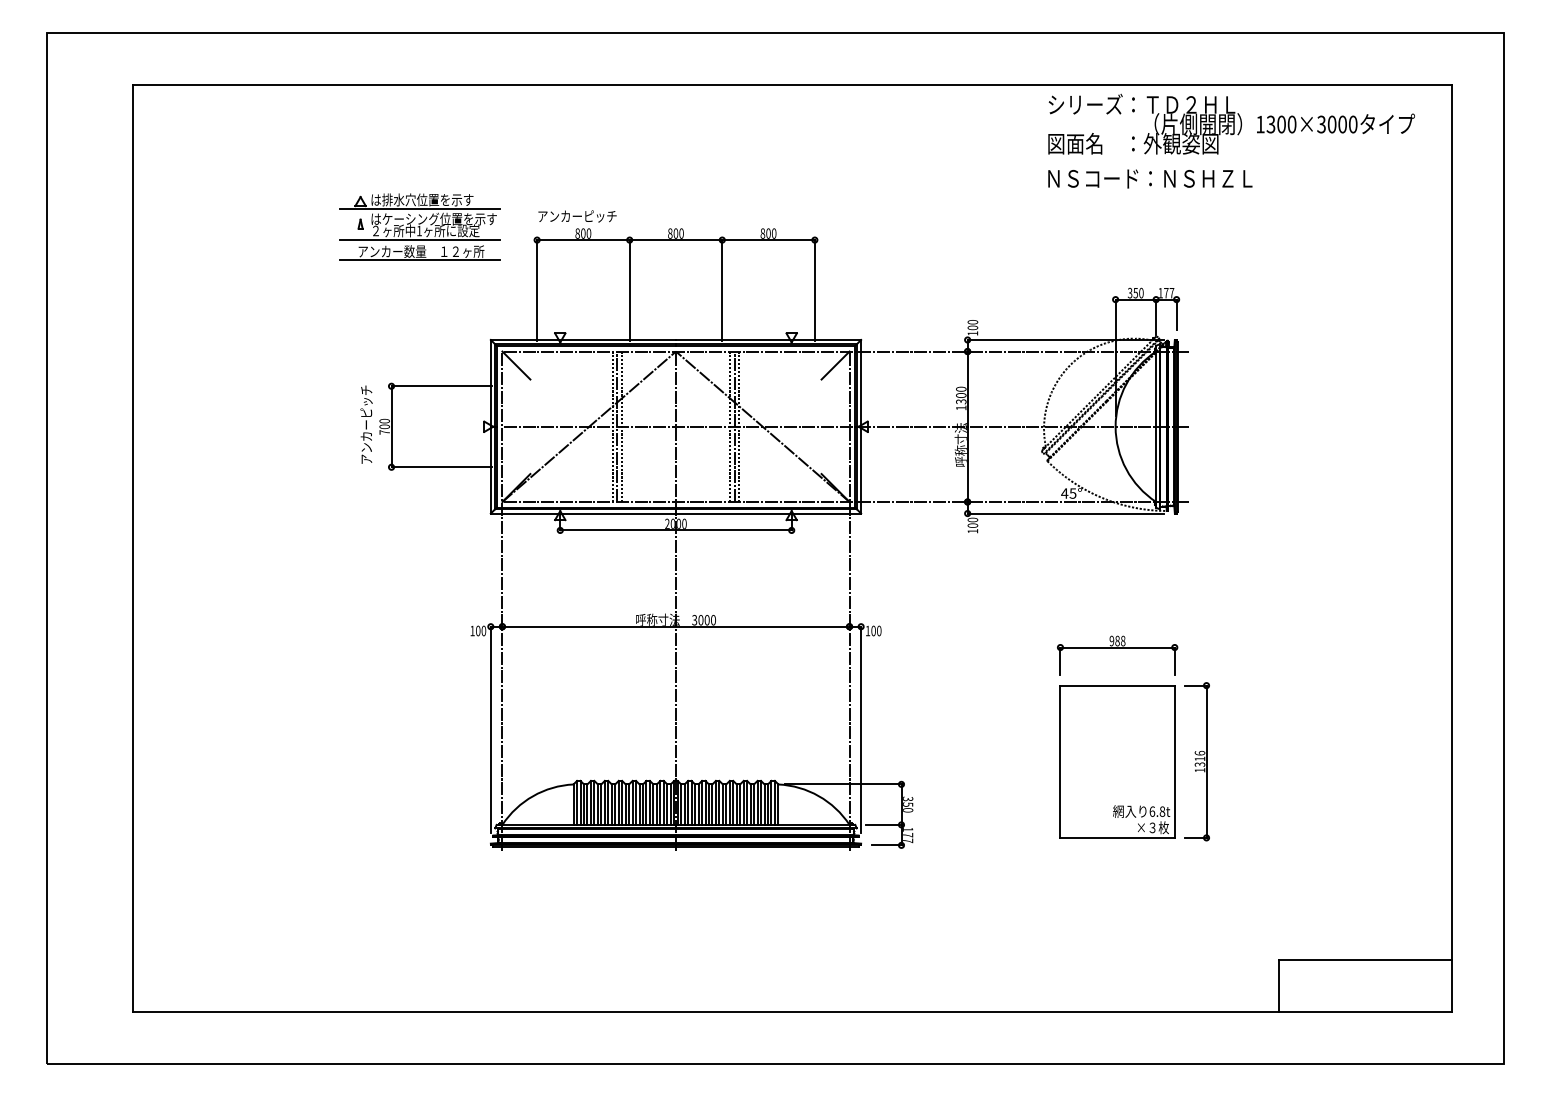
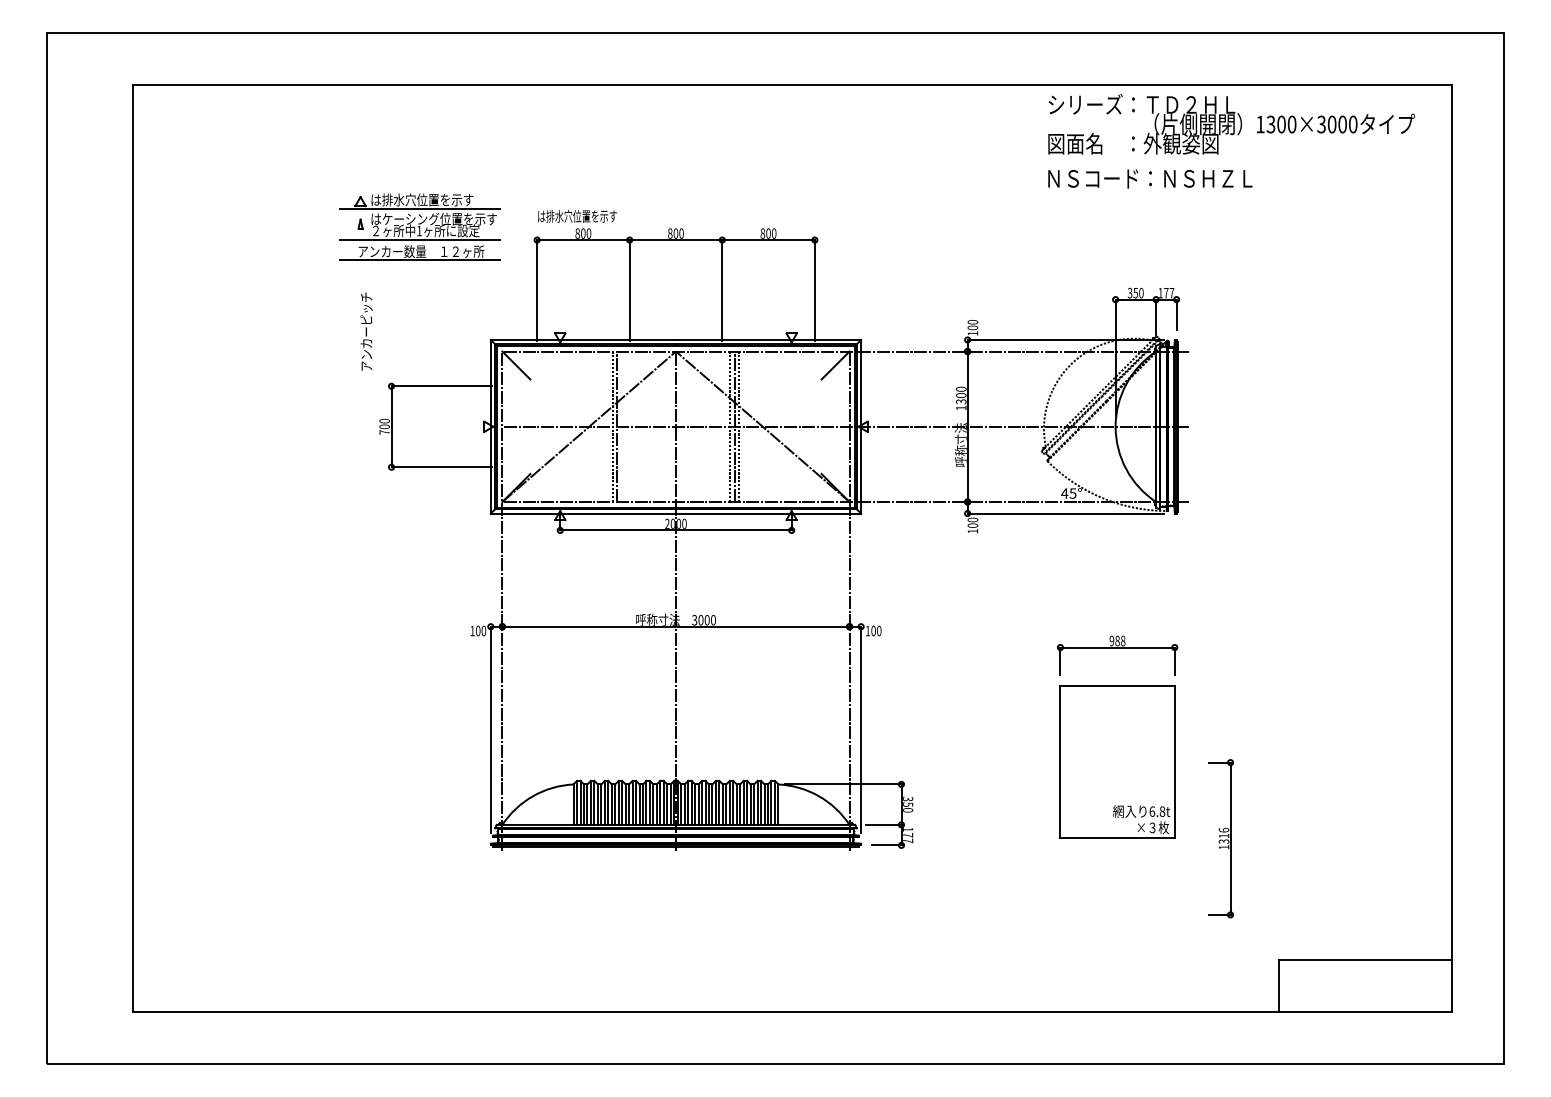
text at (577, 215): アンカーピッチ -> は排水穴位置を示す
text at (366, 424) position: (366, 424) -> (366, 331)
line at (621, 426): present -> none
part at (1196, 761) position: (1196, 761) -> (1220, 838)
